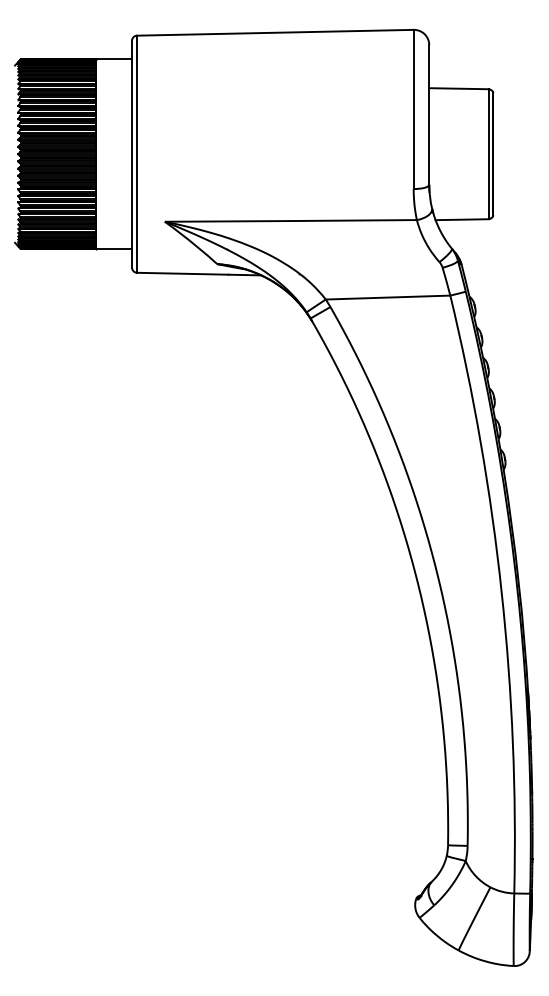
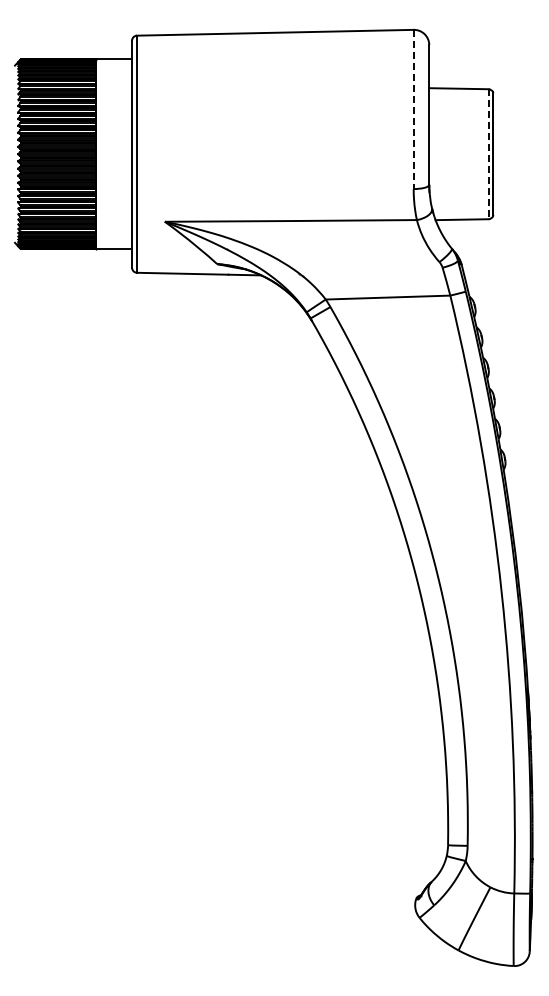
line at (413, 109): solid -> dashed
line at (488, 154): solid -> dashed
